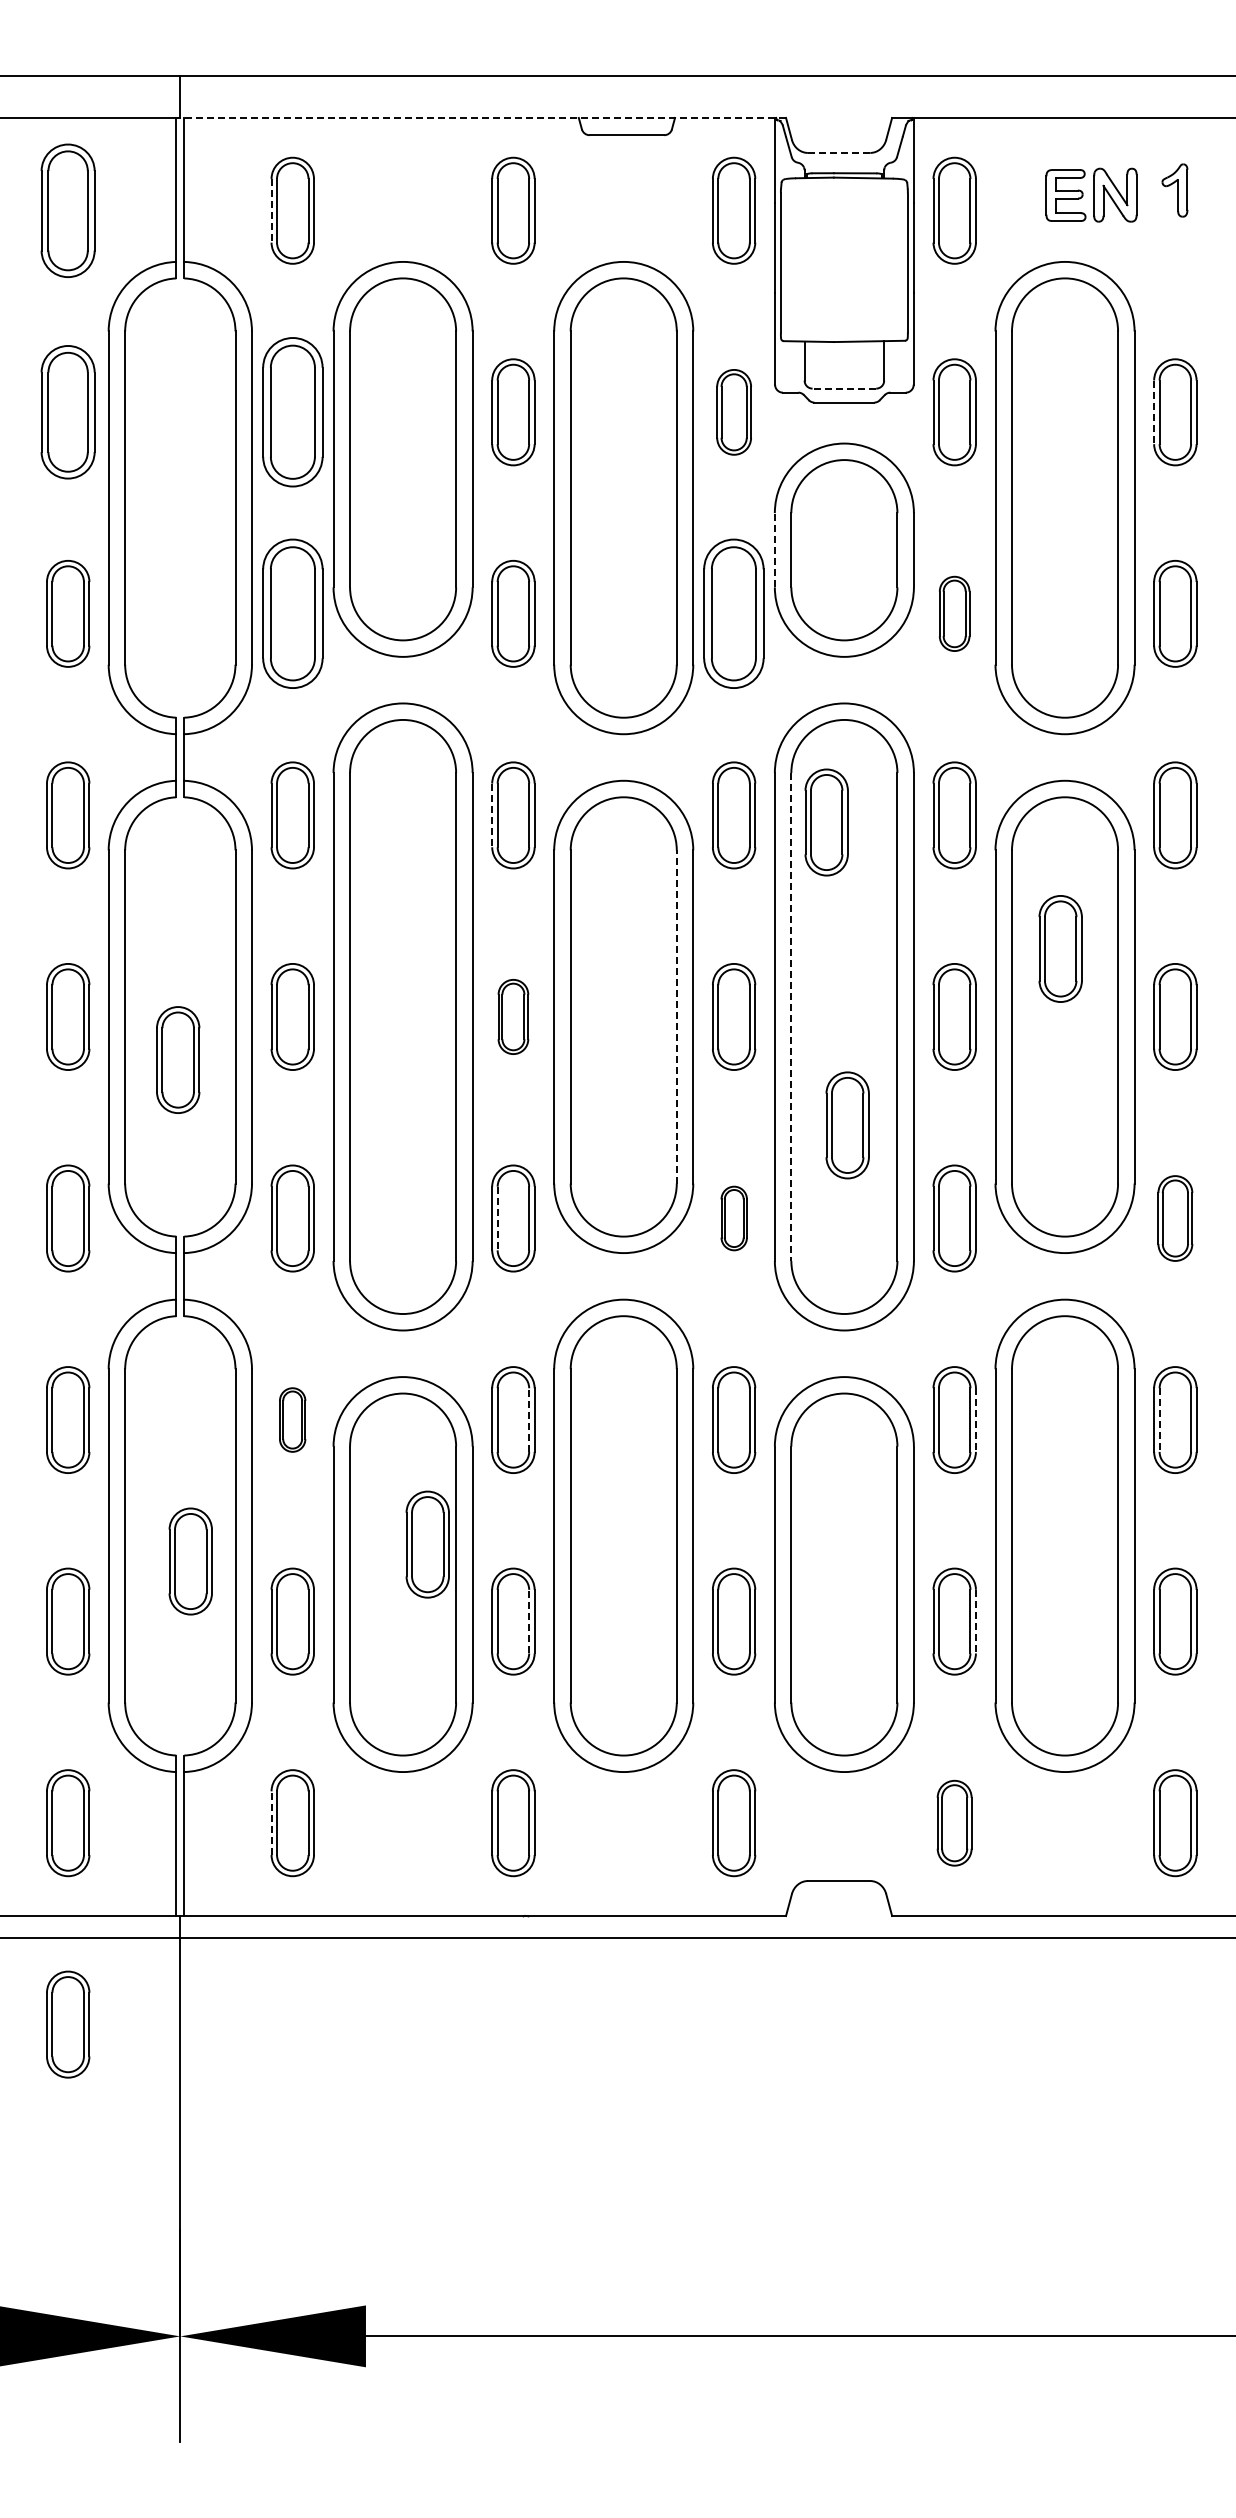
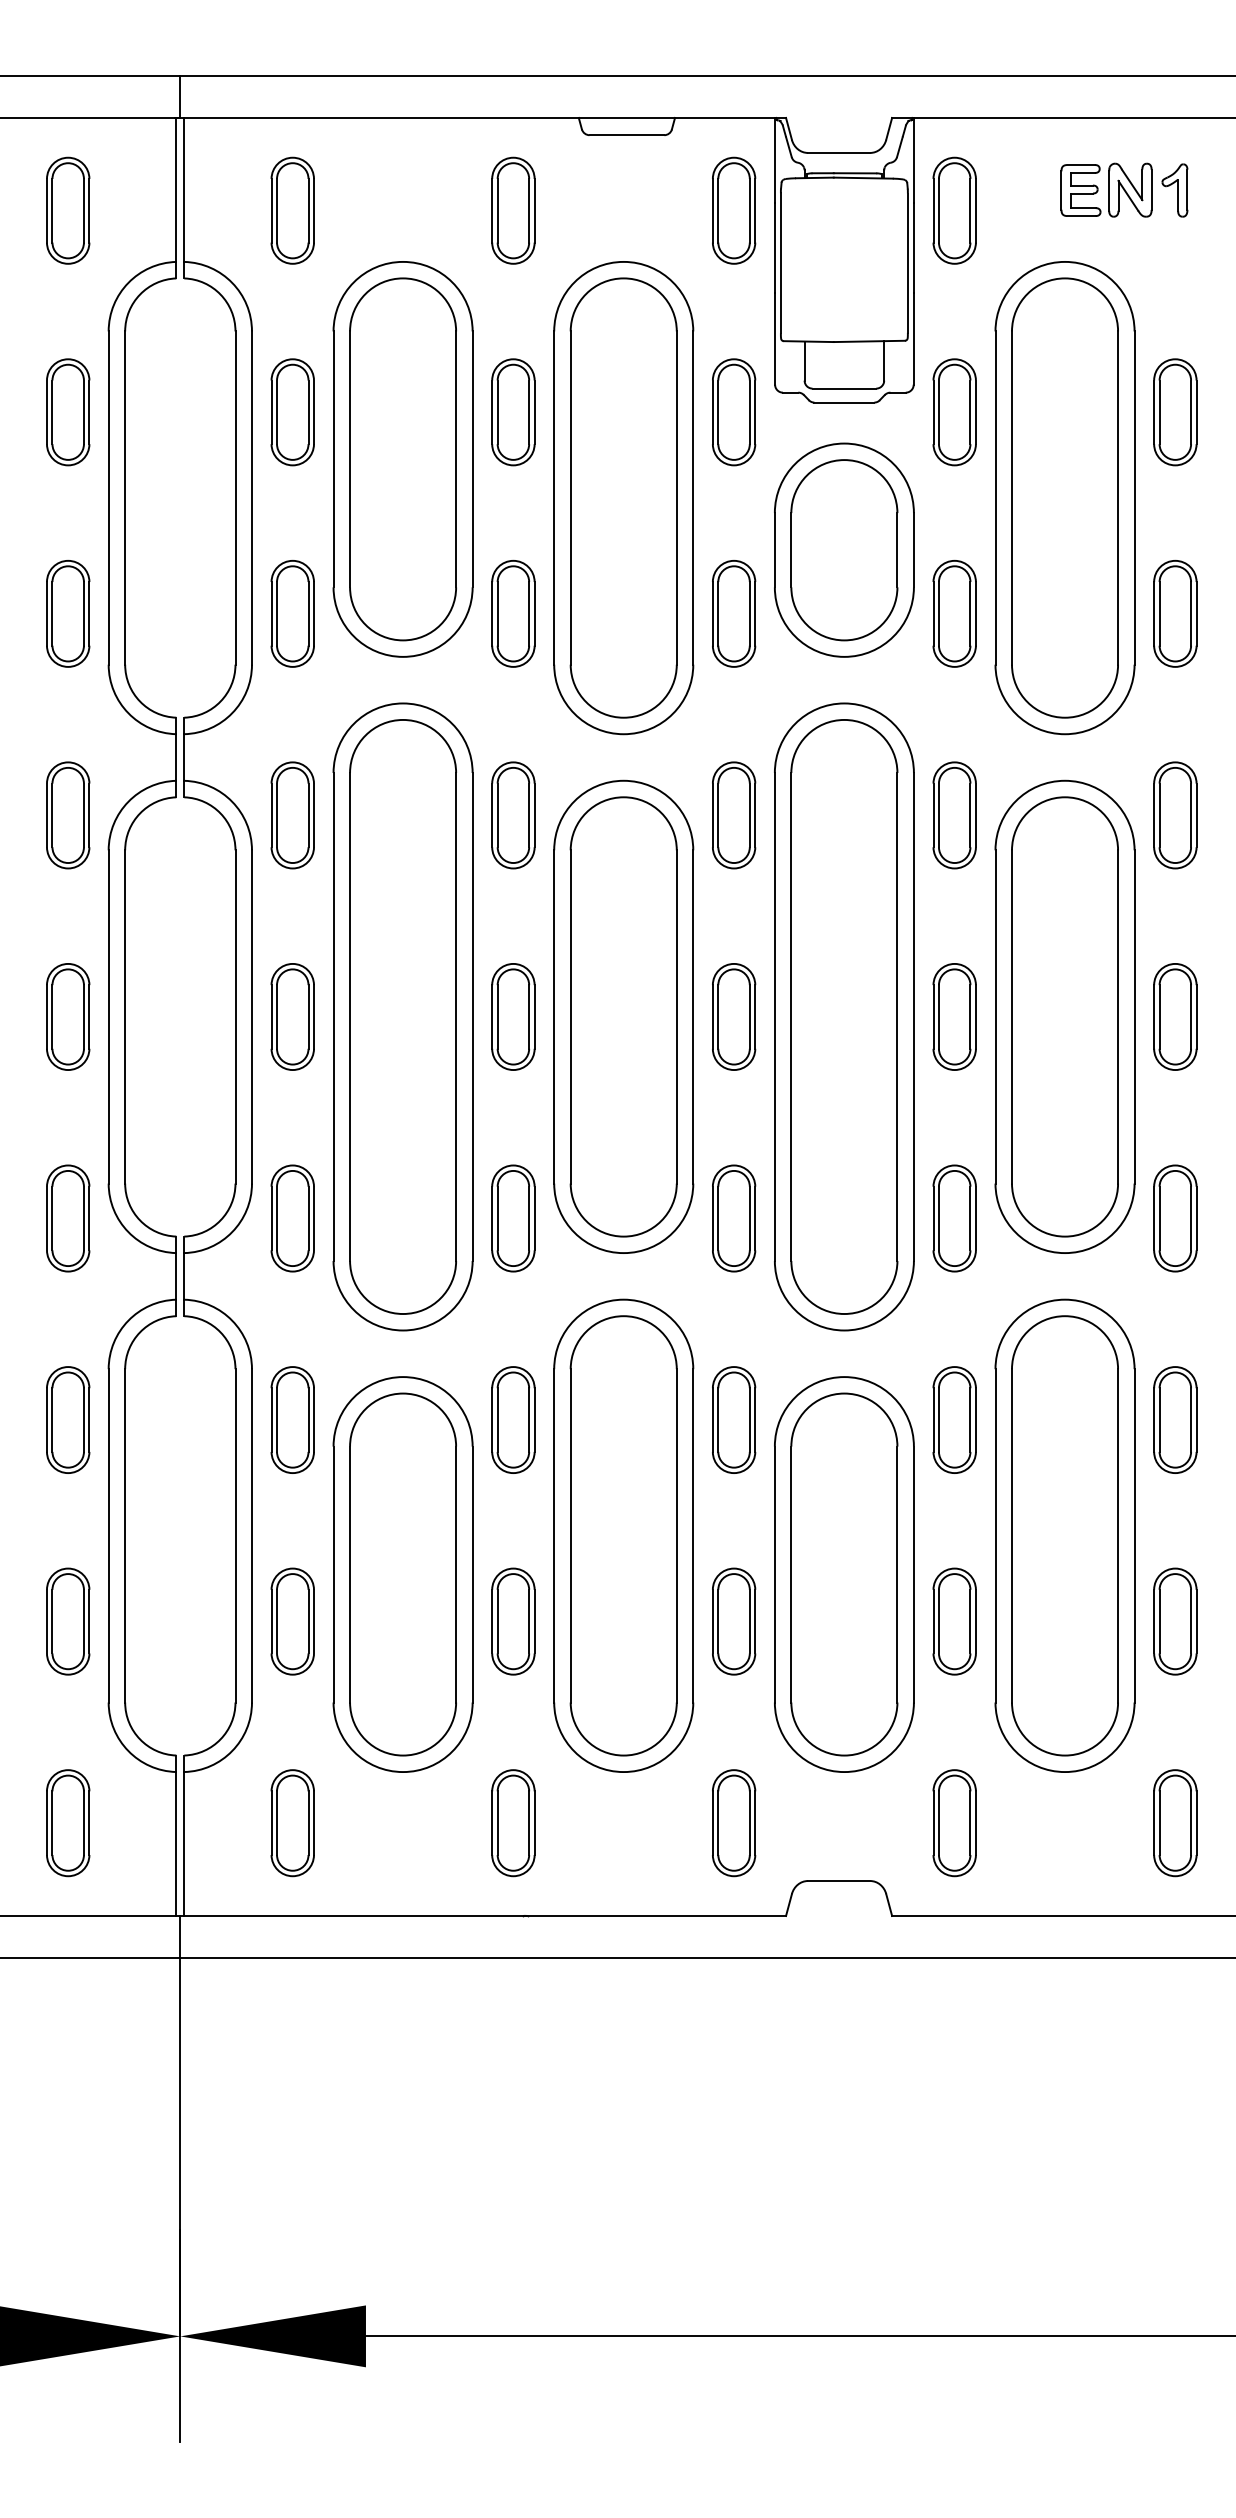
line at (480, 117): dashed -> solid
line at (838, 152): dashed -> solid
part at (1091, 194) position: (1091, 194) -> (1106, 189)
part at (67, 210) size: 56x135 px -> 45x109 px
line at (271, 210): dashed -> solid
line at (844, 388): dashed -> solid
part at (67, 412) size: 56x135 px -> 45x109 px
part at (292, 412) size: 62x151 px -> 45x109 px
part at (733, 412) size: 36x87 px -> 45x109 px
line at (1154, 412): dashed -> solid
line at (774, 549): dashed -> solid
part at (292, 613) size: 62x151 px -> 45x108 px
part at (733, 613) size: 62x151 px -> 45x108 px
part at (954, 613) size: 32x77 px -> 45x108 px
line at (492, 815): dashed -> solid
part at (826, 822): present -> none
part at (1060, 948): present -> none
part at (513, 1016) size: 33x76 px -> 45x108 px
line at (676, 1016): dashed -> solid
line at (791, 1016): dashed -> solid
part at (178, 1059): present -> none
part at (847, 1125): present -> none
line at (497, 1218): dashed -> solid
part at (733, 1218) size: 28x67 px -> 45x109 px
part at (1175, 1218) size: 37x87 px -> 45x109 px
part at (292, 1419) size: 28x66 px -> 45x108 px
line at (529, 1420): dashed -> solid
line at (975, 1420): dashed -> solid
line at (1159, 1420): dashed -> solid
part at (427, 1544): present -> none
part at (190, 1561): present -> none
line at (529, 1621): dashed -> solid
line at (975, 1621): dashed -> solid
part at (954, 1822) size: 37x88 px -> 45x109 px
line at (271, 1823): dashed -> solid
line at (617, 1938) position: (617, 1938) -> (617, 1958)
part at (68, 2024): present -> none
